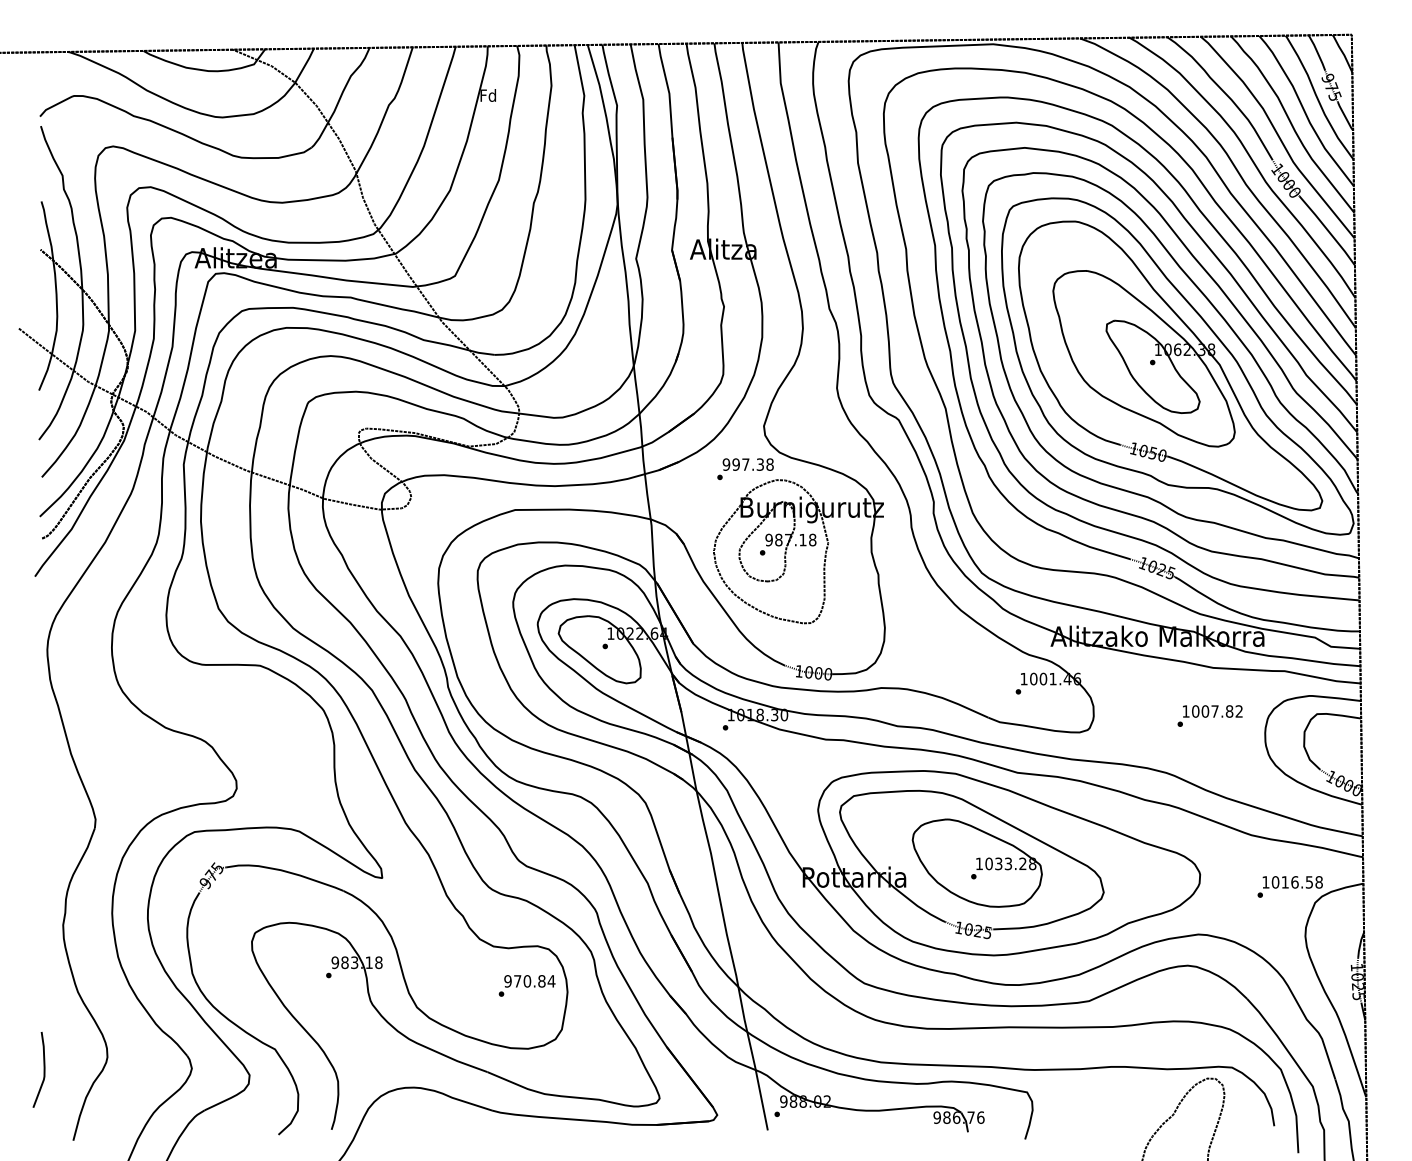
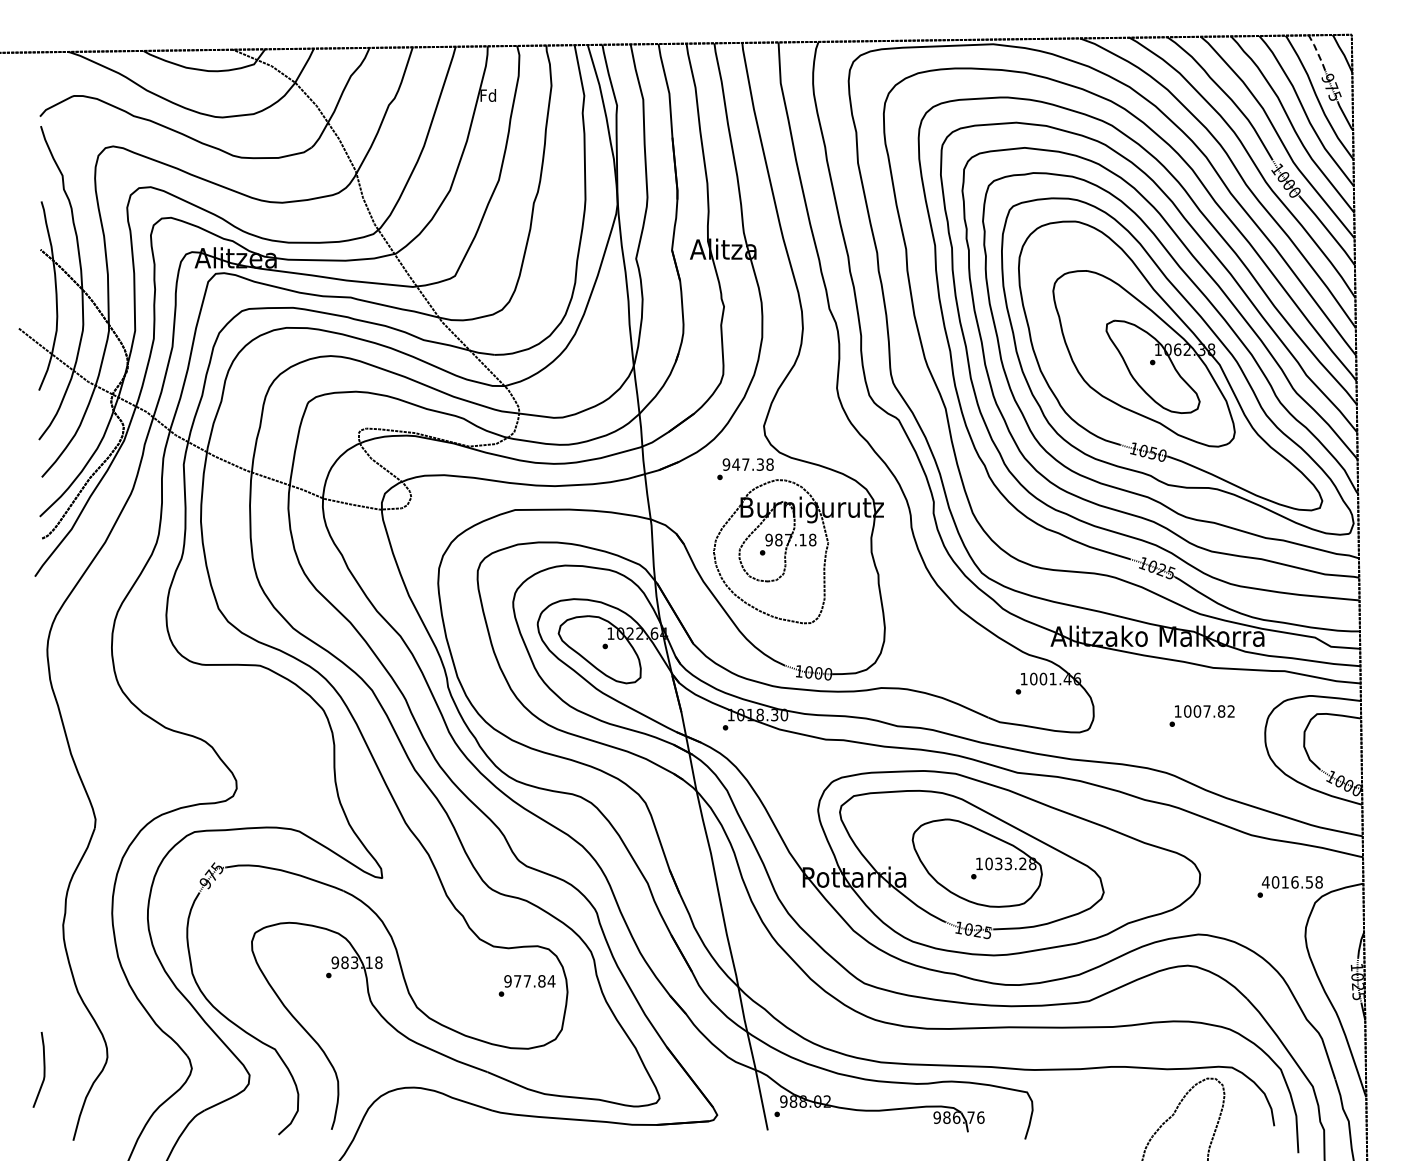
line at (1317, 52): solid -> dashed
text at (736, 464): 997.38 -> 947.38
text at (1209, 715) position: (1209, 715) -> (1201, 715)
text at (1265, 882): 1016.58 -> 4016.58
text at (527, 981): 970.84 -> 977.84
